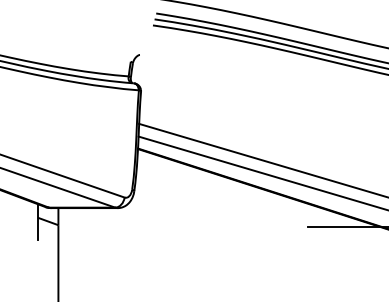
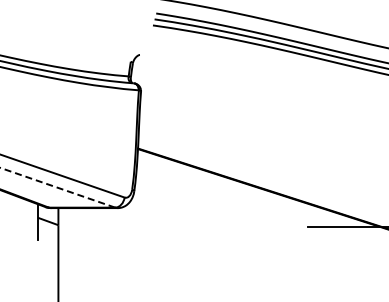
line at (262, 159): present -> none
line at (261, 172): present -> none
line at (57, 187): solid -> dashed
